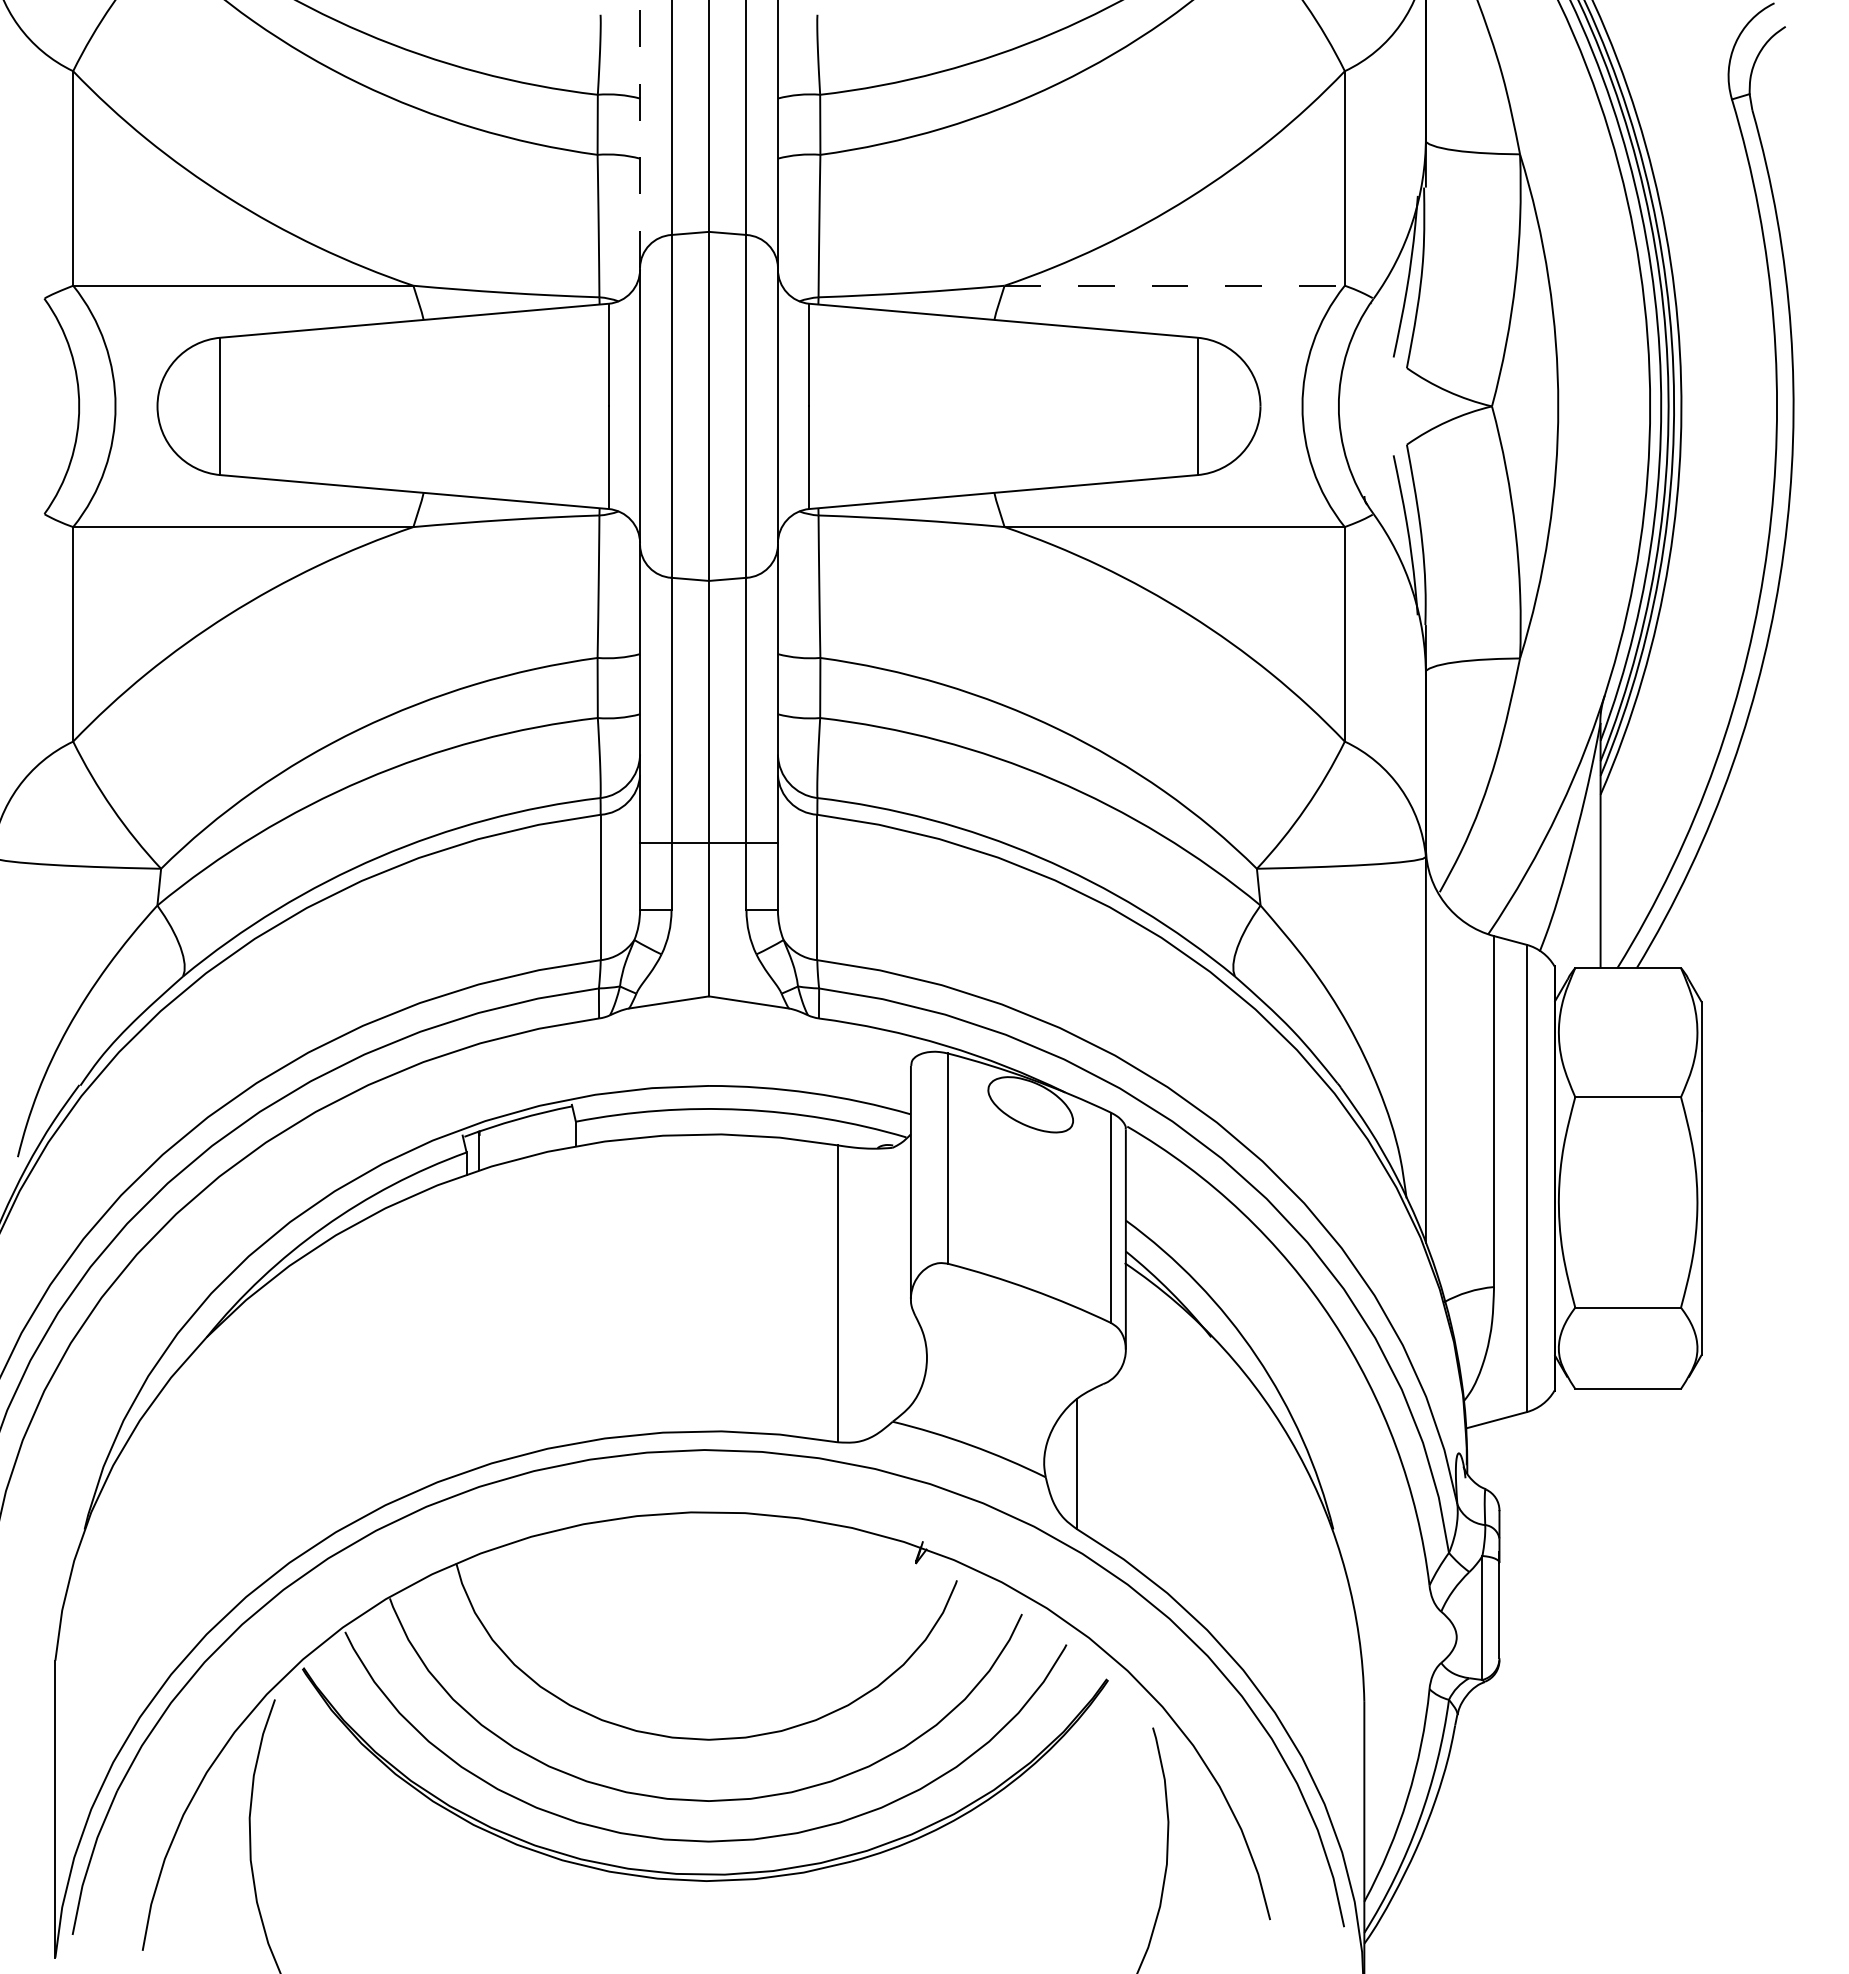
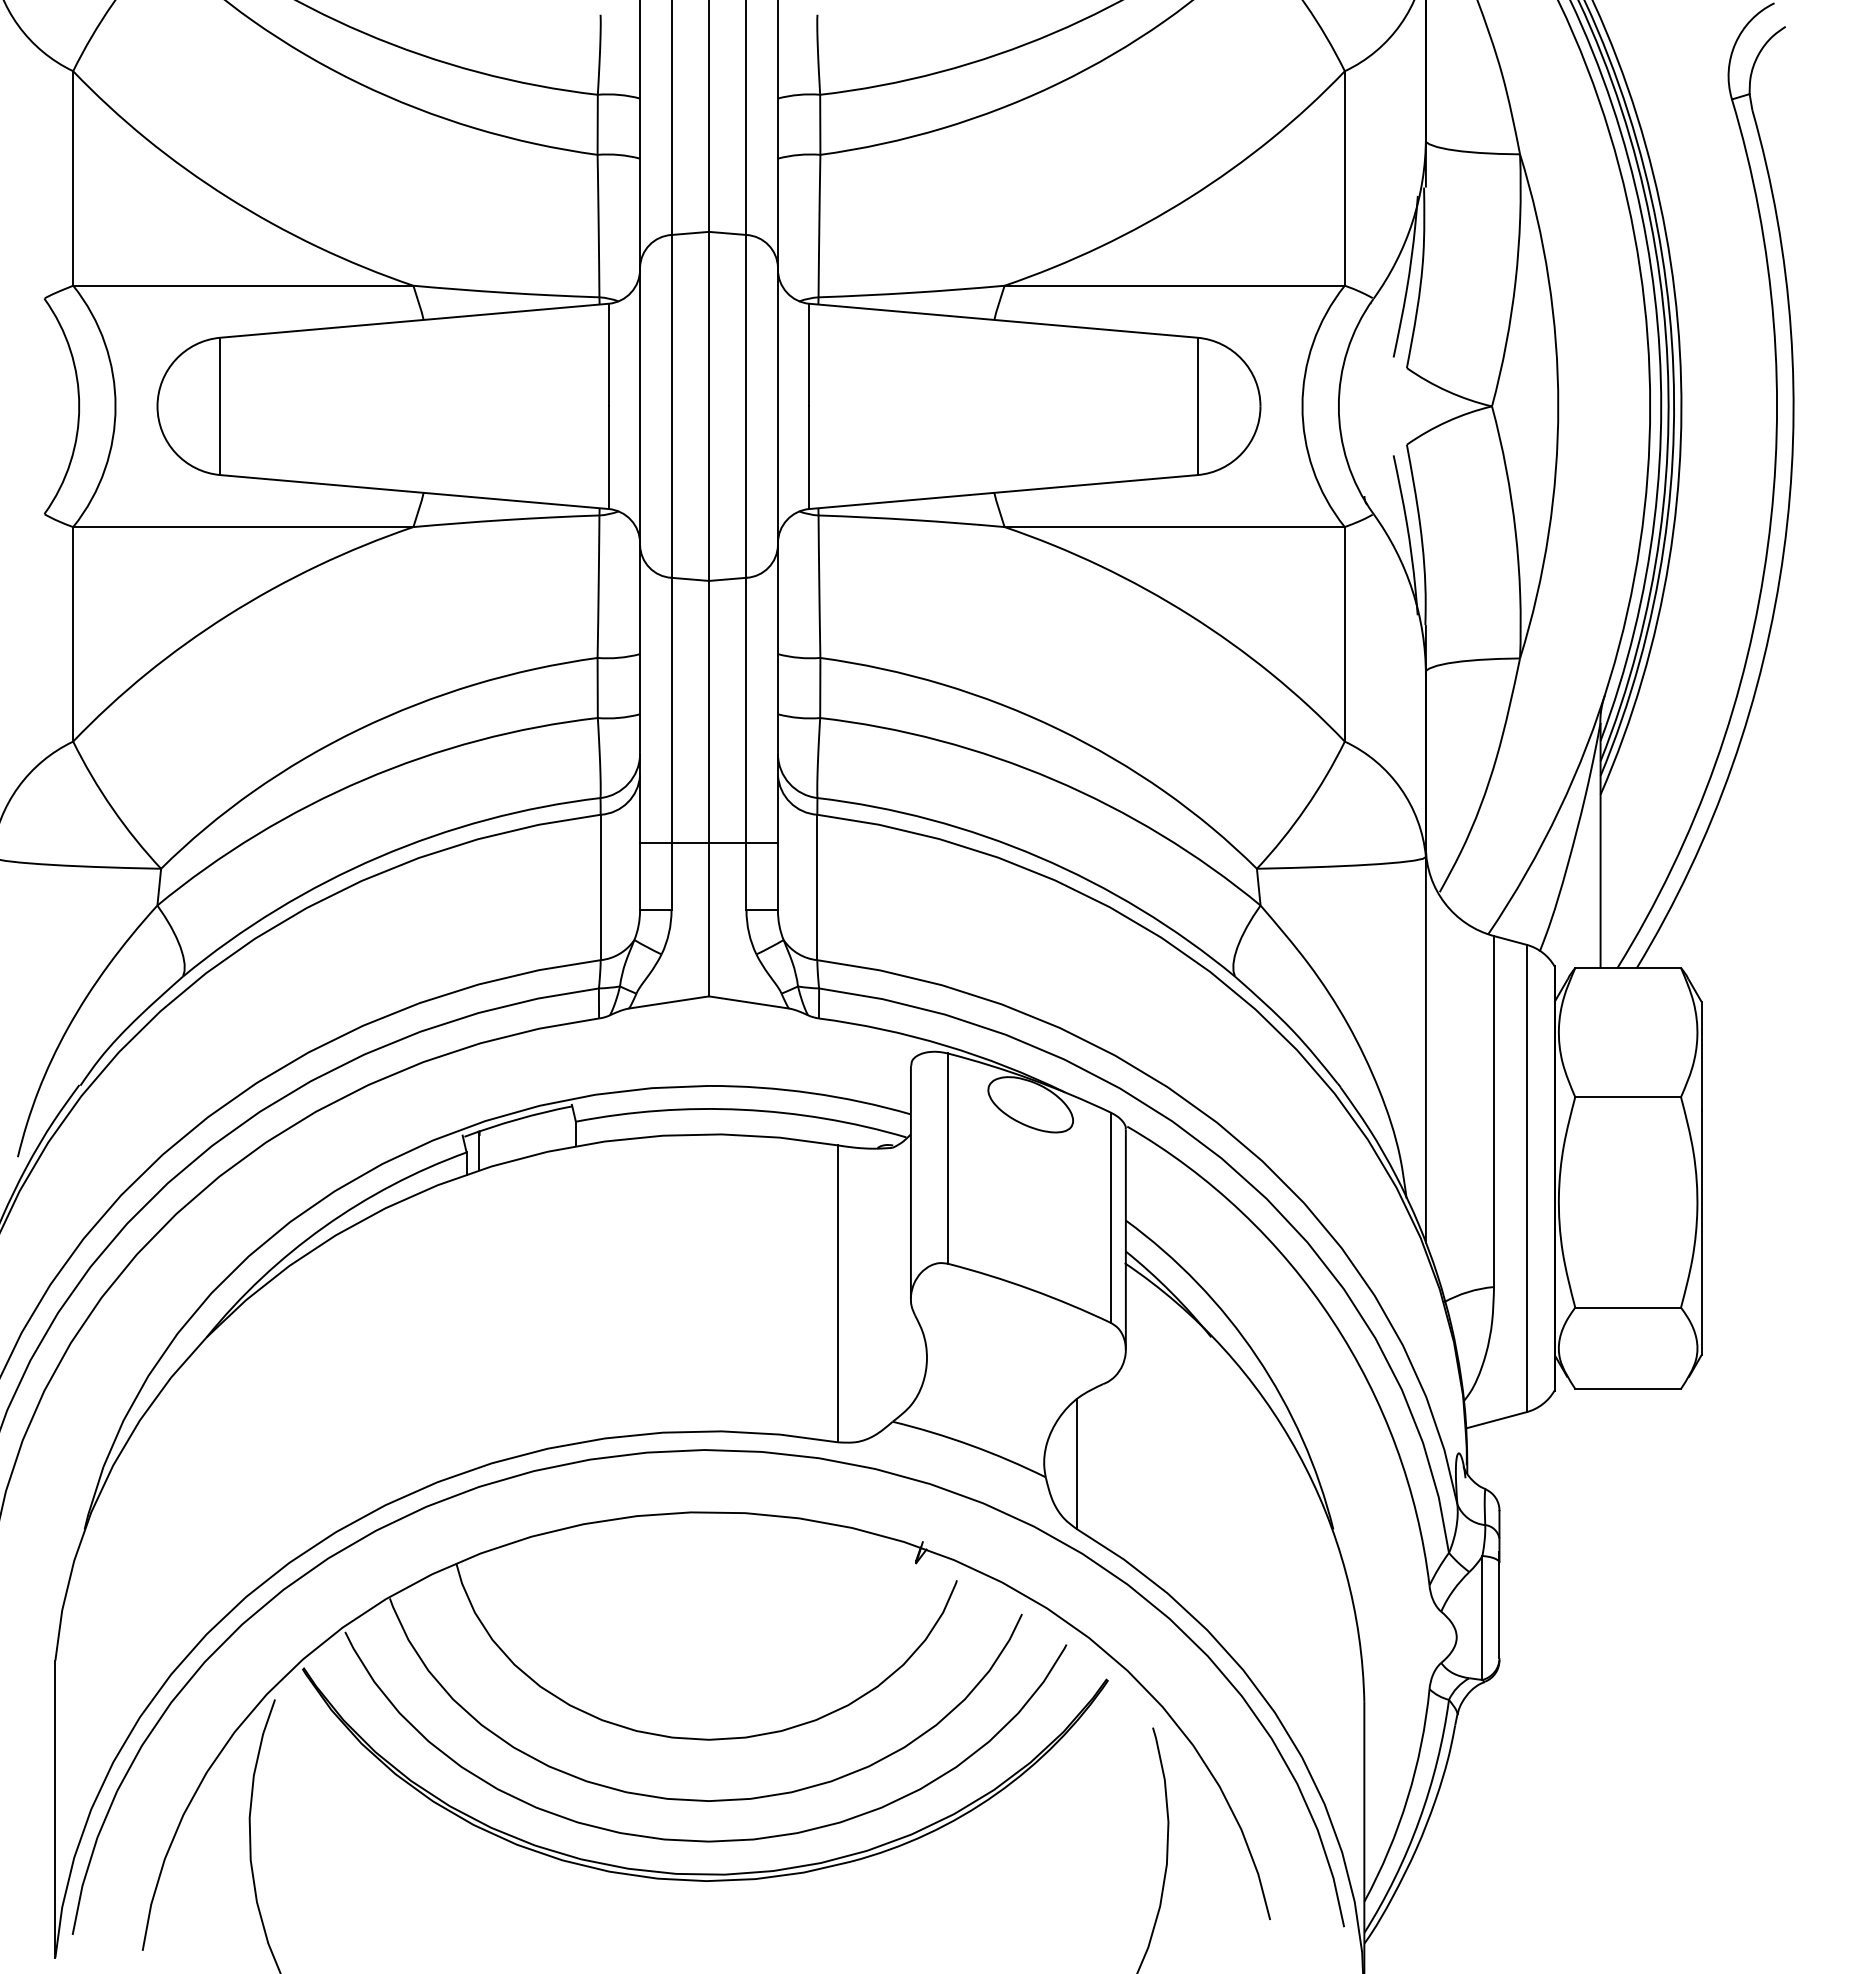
line at (640, 133): dashed -> solid
line at (1175, 285): dashed -> solid
